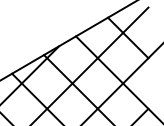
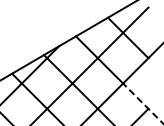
line at (142, 103): solid -> dashed
